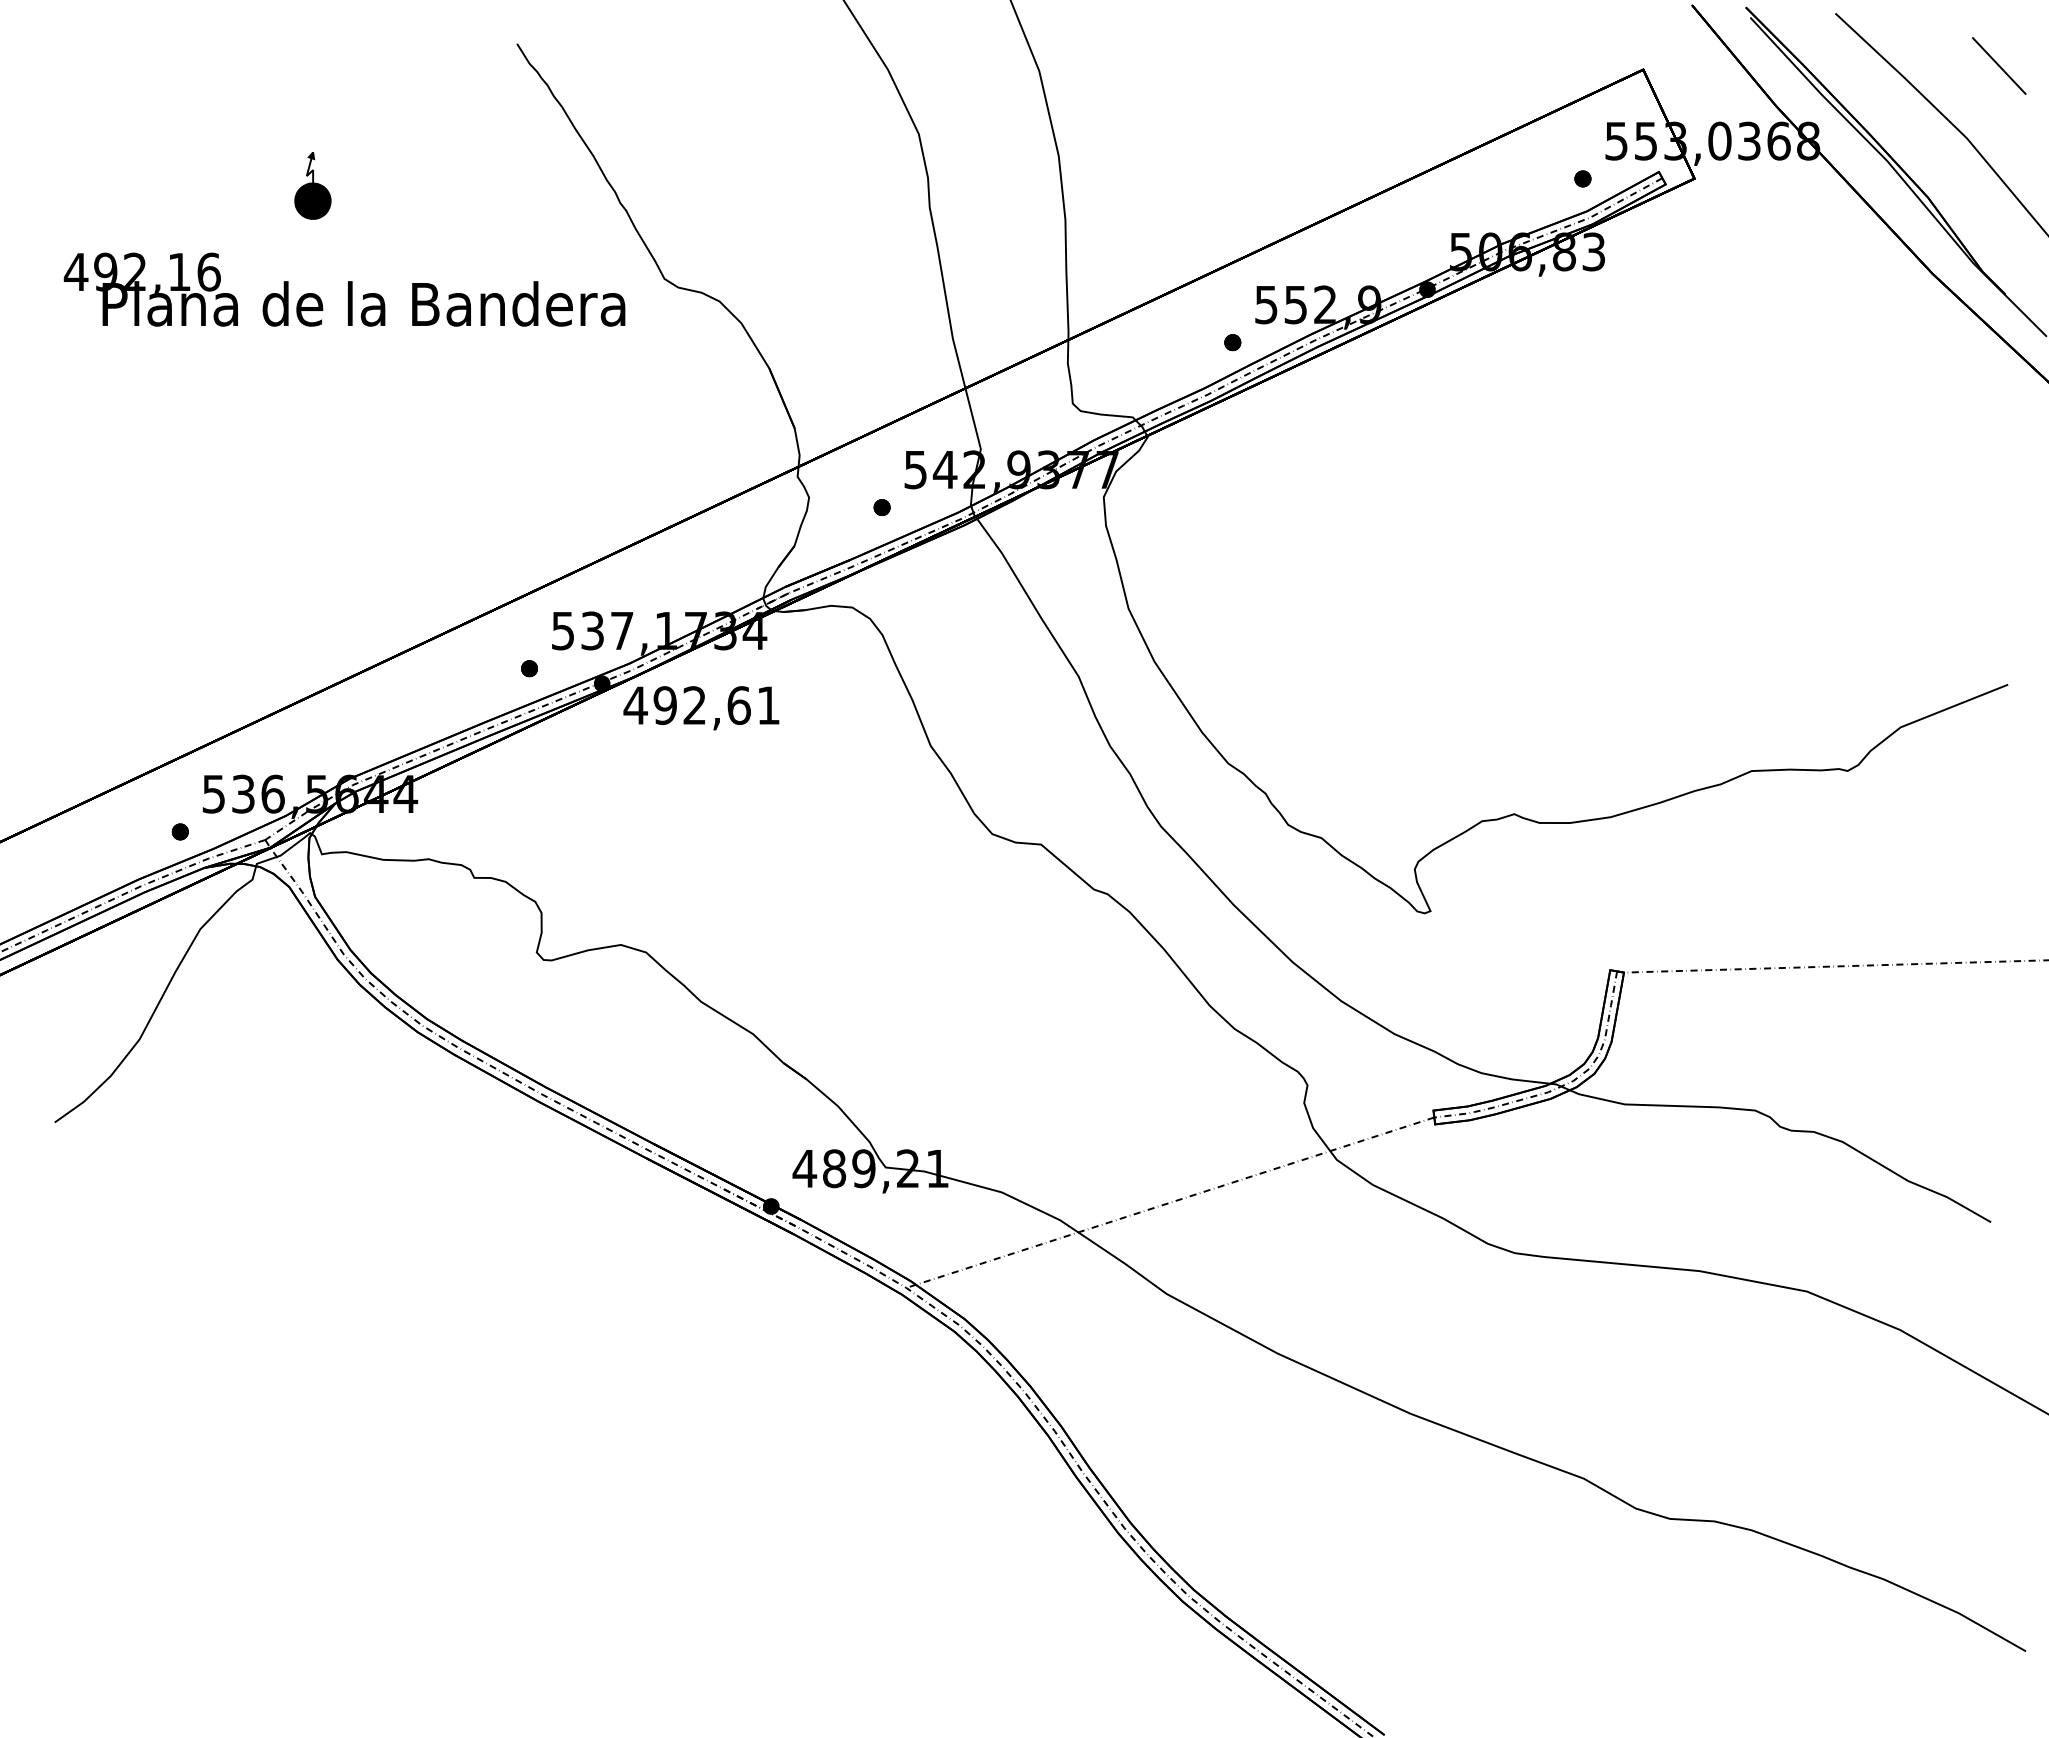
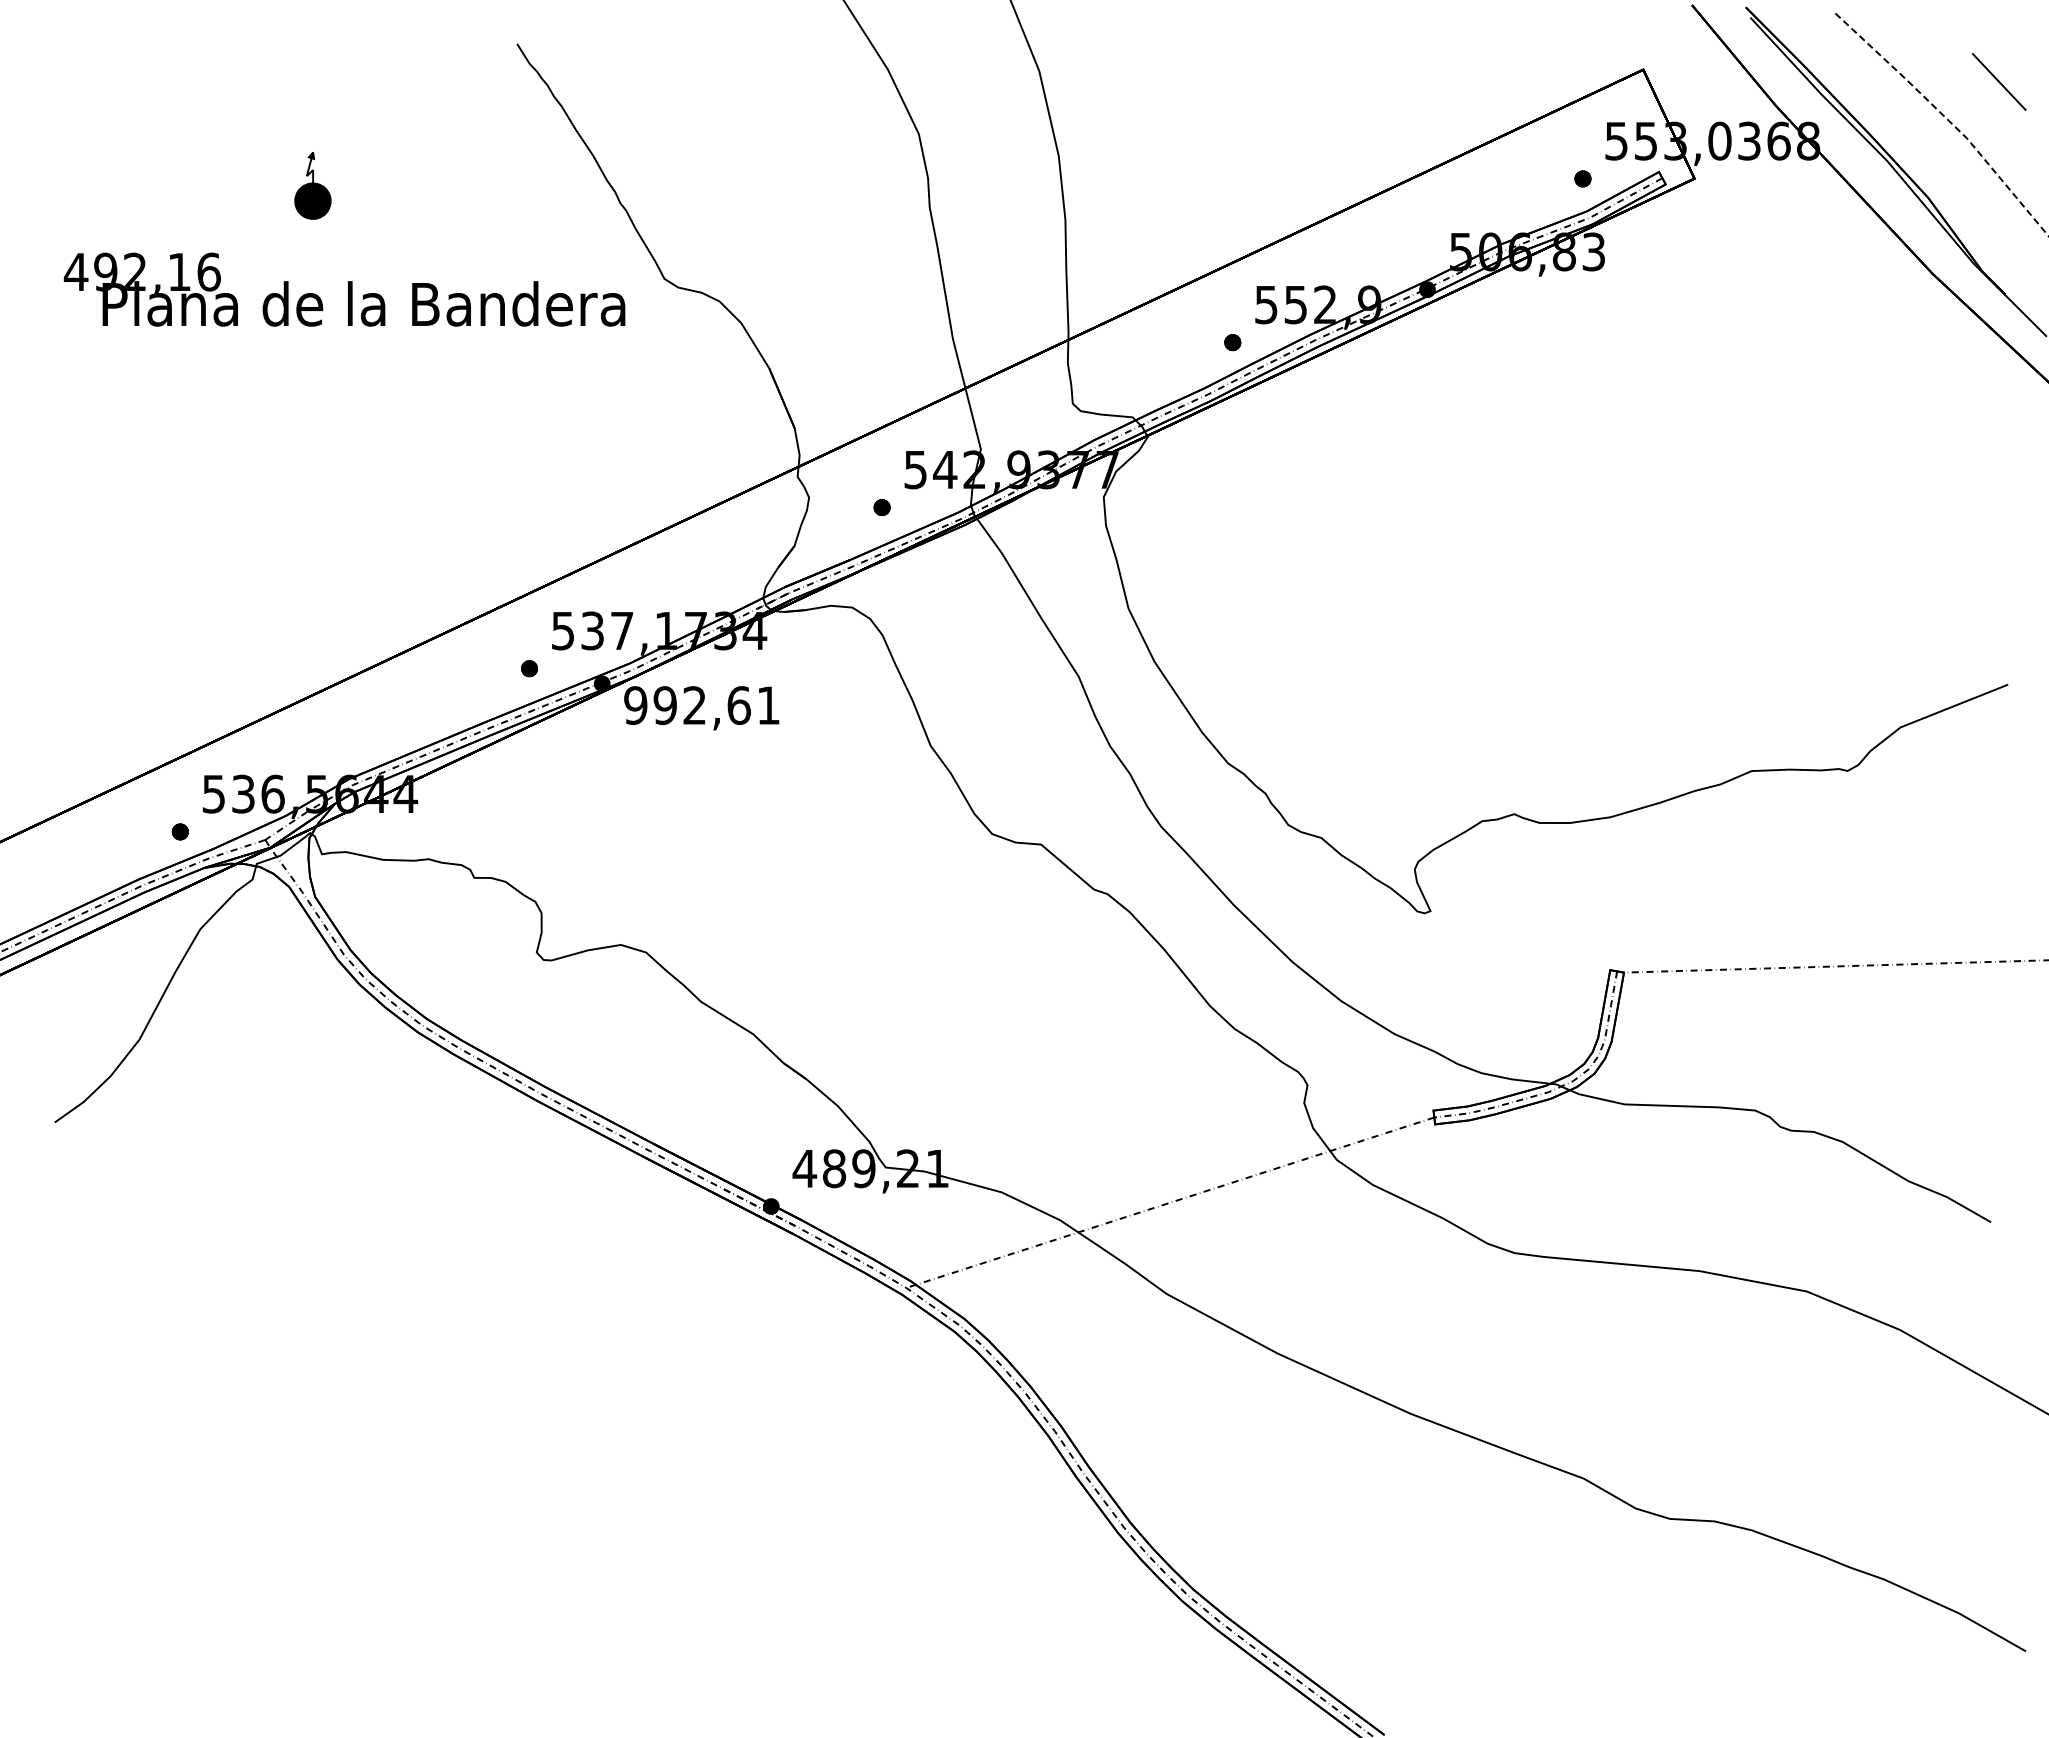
line at (1999, 65) position: (1999, 65) -> (1999, 81)
line at (1947, 119): solid -> dashed
text at (635, 705): 492,61 -> 992,61
